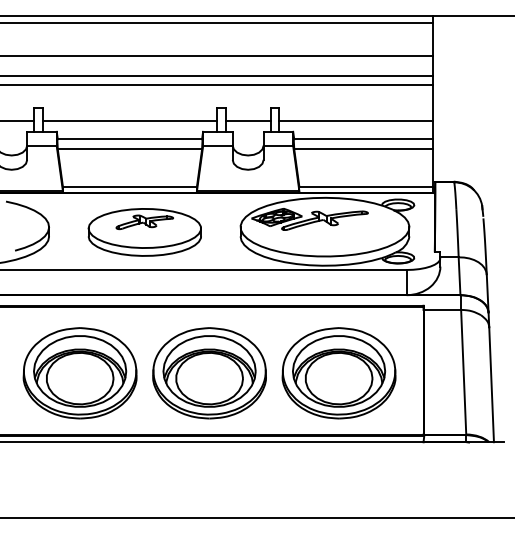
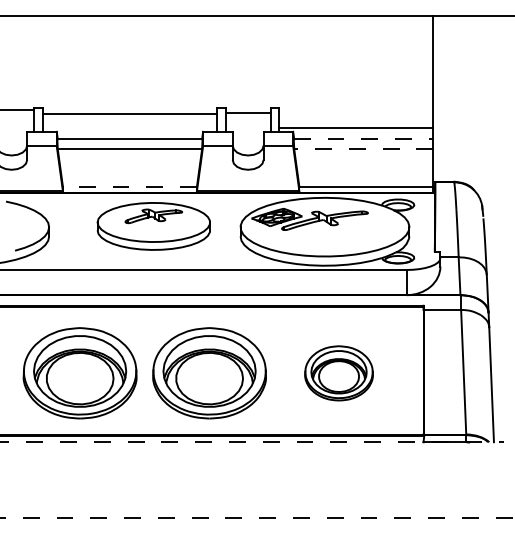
line at (217, 22): present -> none
line at (217, 56): present -> none
line at (217, 75): present -> none
line at (217, 84): present -> none
line at (18, 120) position: (18, 120) -> (18, 109)
line at (129, 120) position: (129, 120) -> (129, 113)
line at (247, 120) position: (247, 120) -> (247, 112)
line at (356, 120) position: (356, 120) -> (356, 127)
line at (363, 139): solid -> dashed
line at (363, 149): solid -> dashed
line at (129, 186): solid -> dashed
part at (144, 232) position: (144, 232) -> (153, 226)
part at (338, 373) size: 116x93 px -> 70x57 px
line at (252, 442): solid -> dashed
line at (257, 517): solid -> dashed
